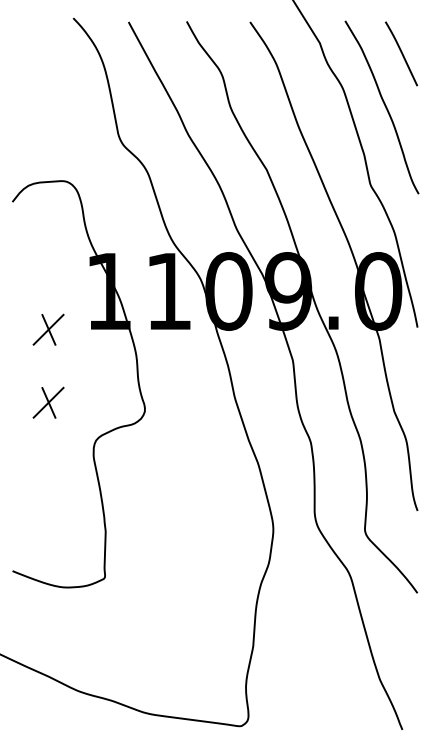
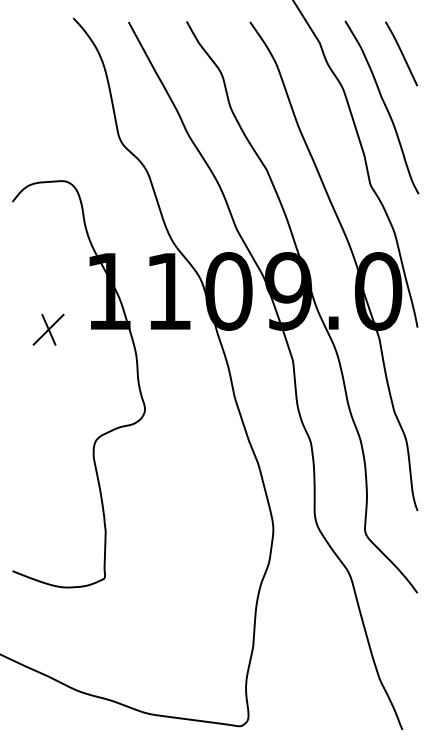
part at (48, 402): present -> none
